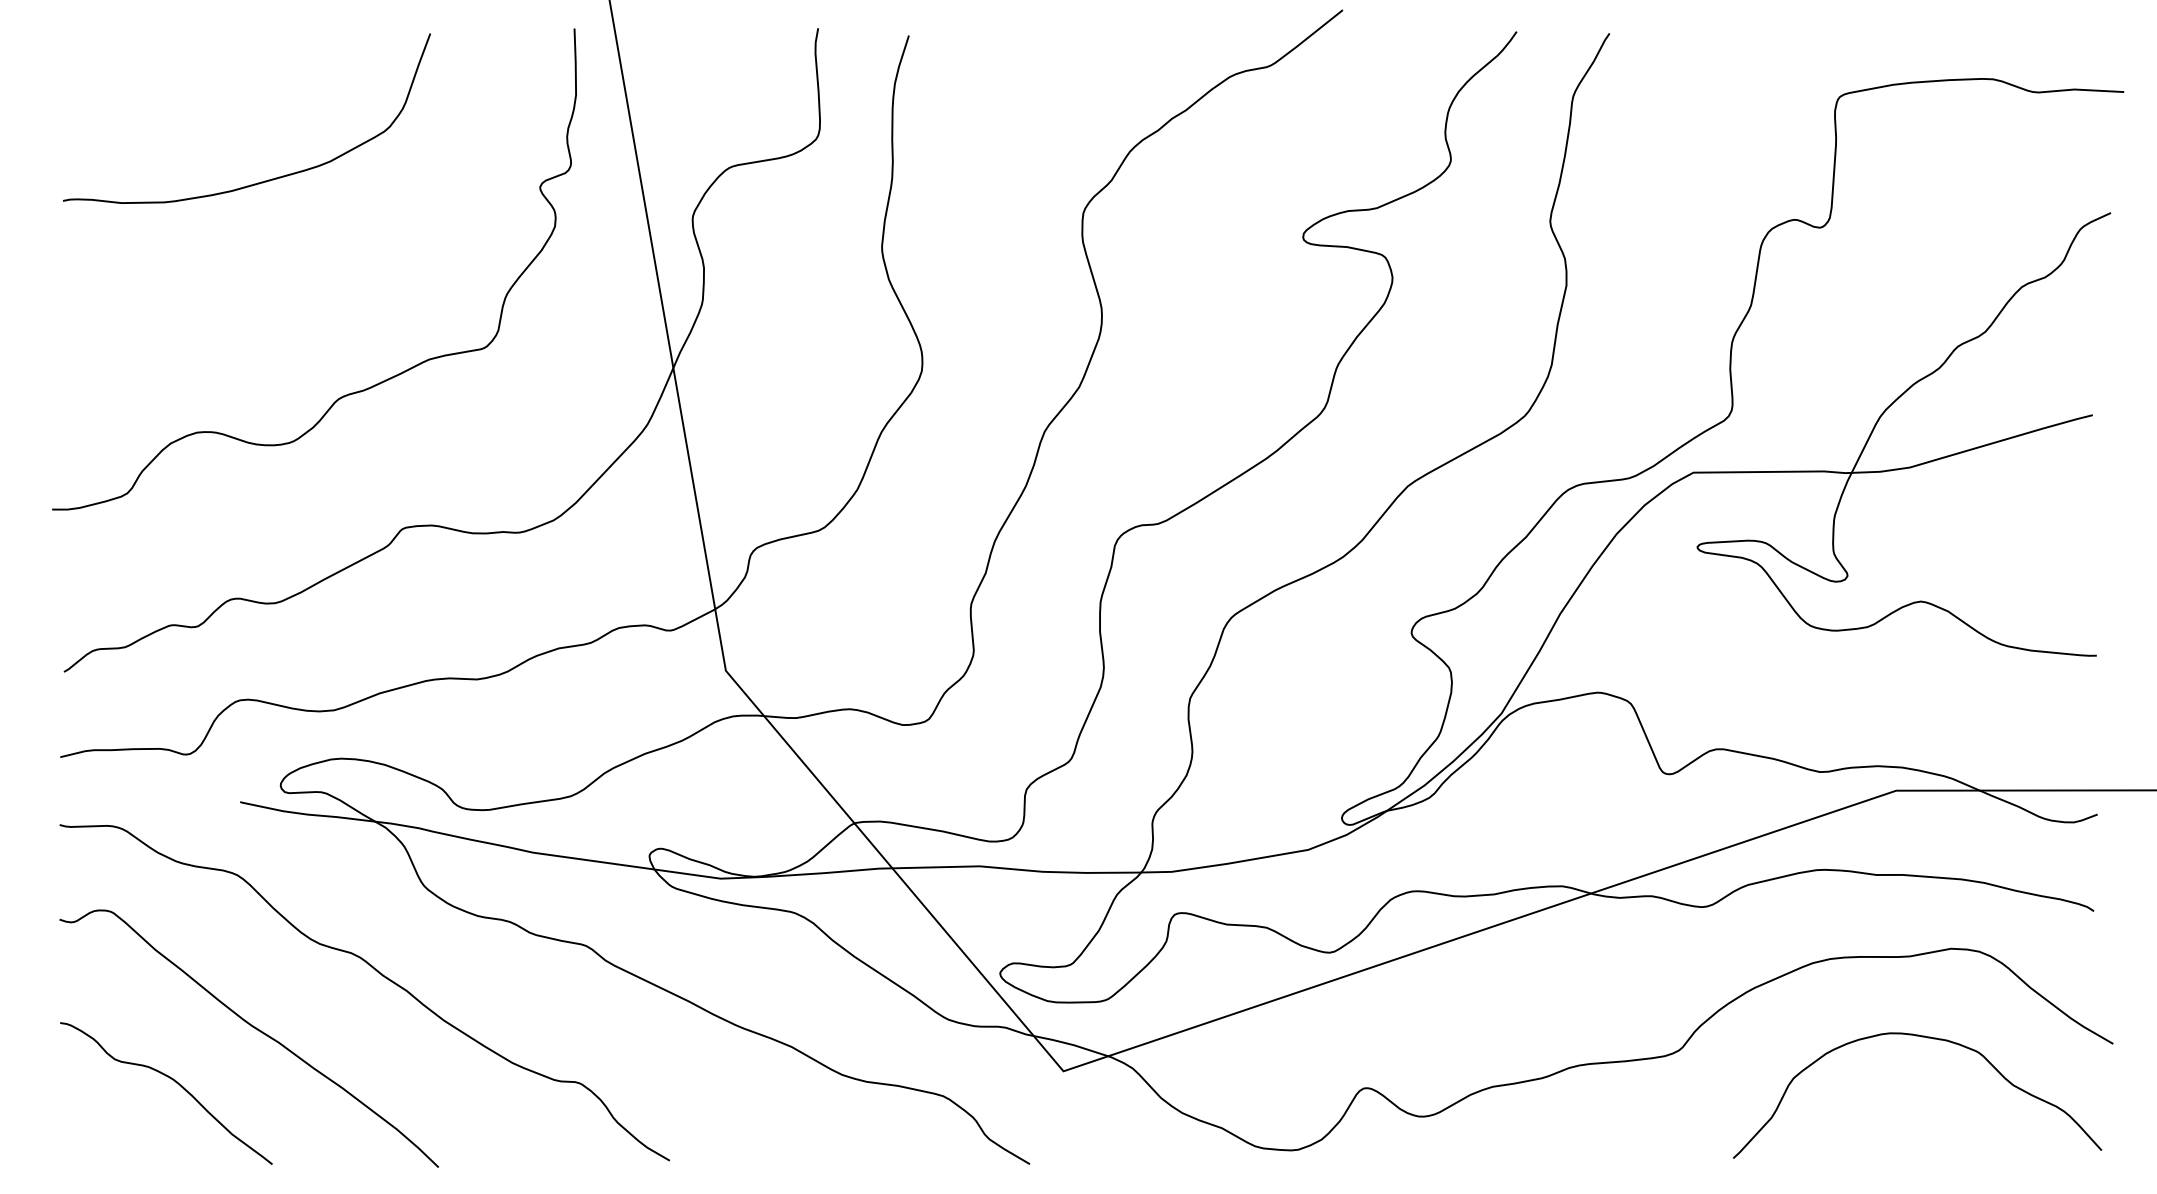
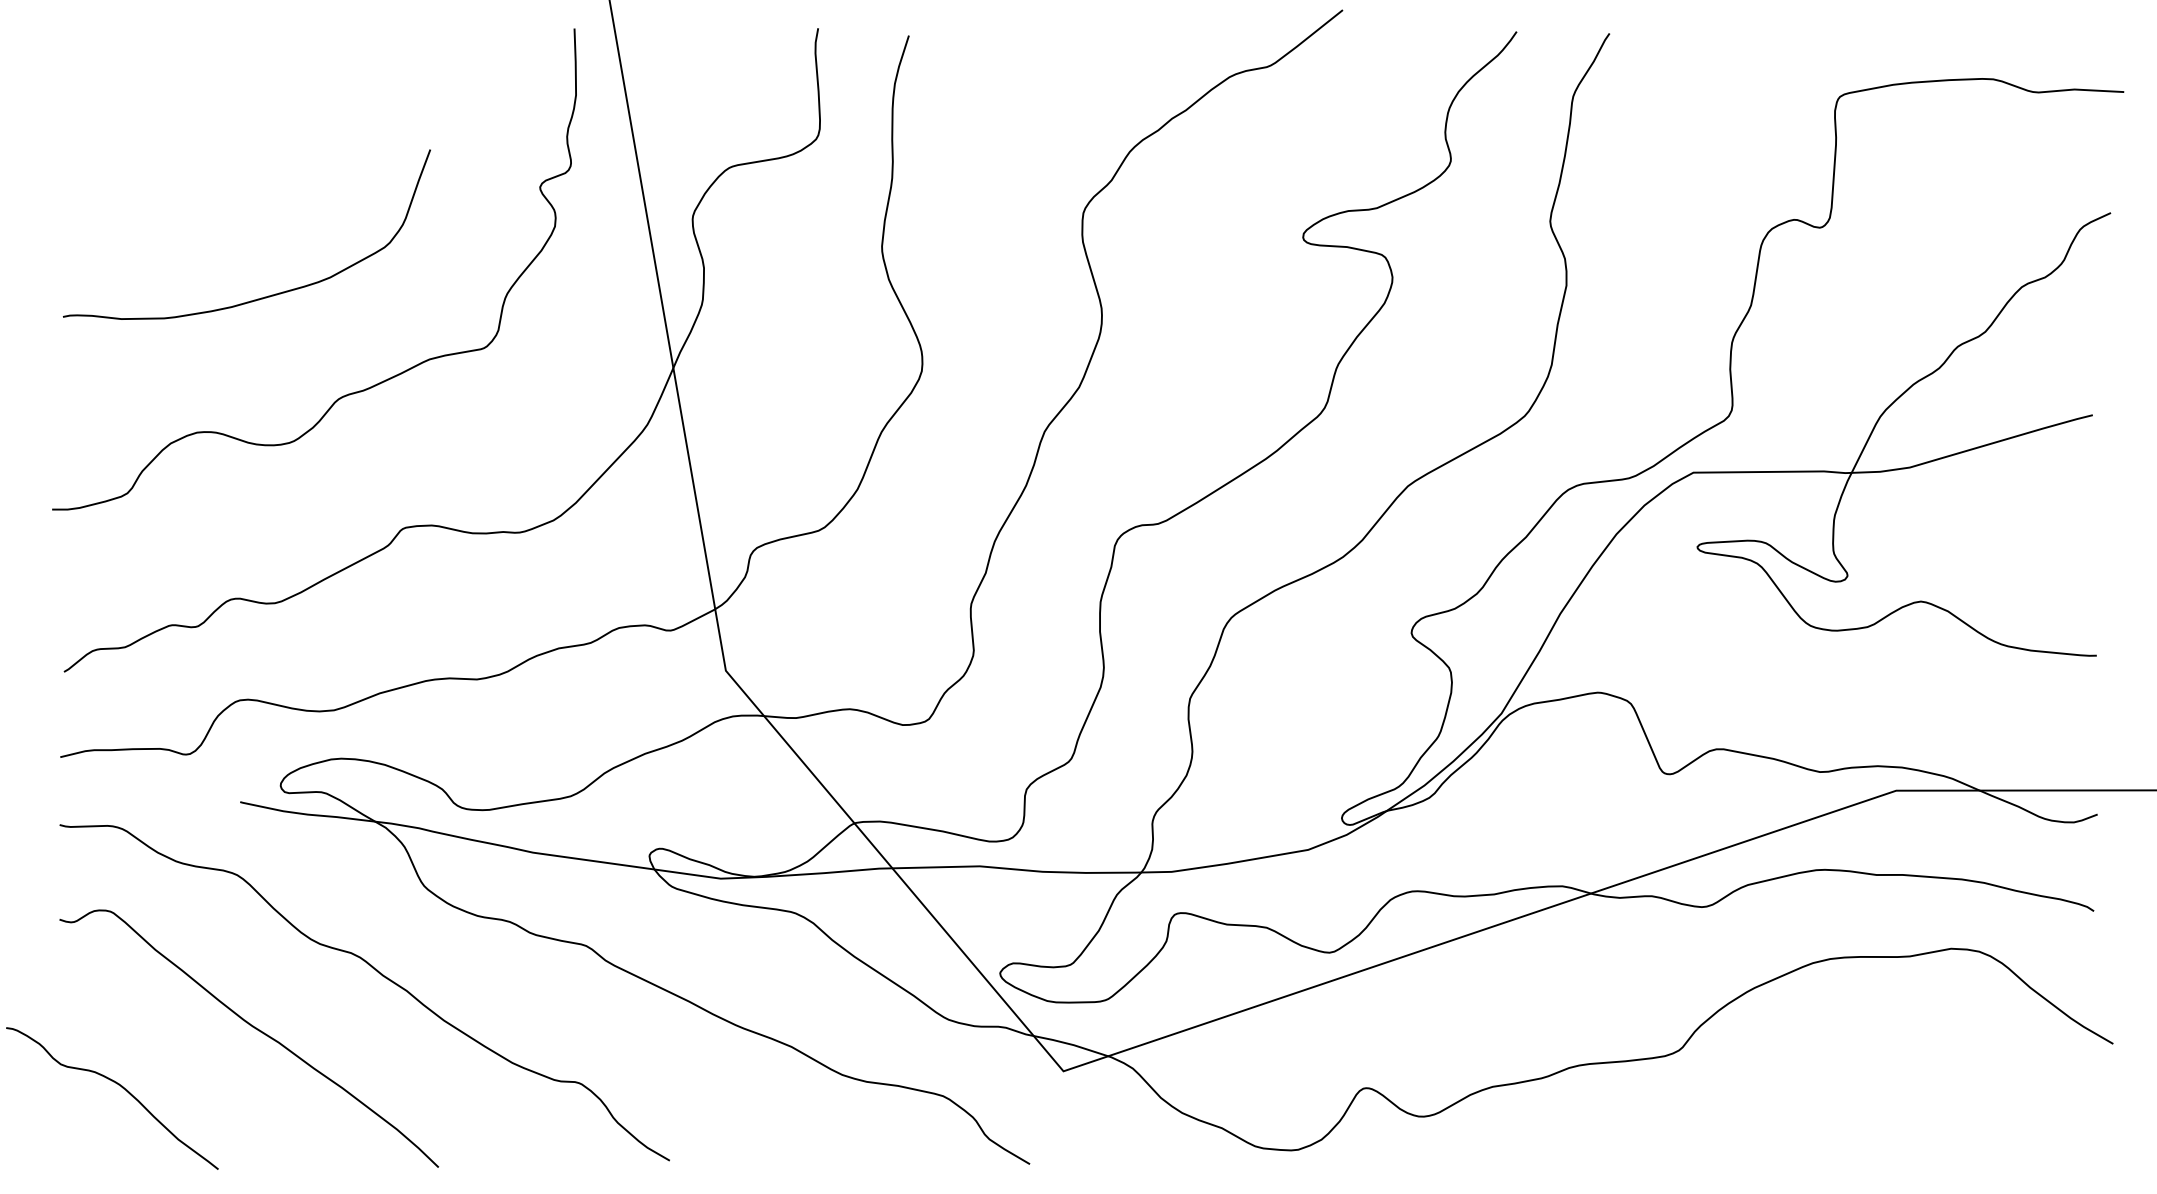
curve at (264, 180) position: (264, 180) -> (264, 296)
curve at (1927, 1038): present -> none
curve at (176, 1083) position: (176, 1083) -> (122, 1088)
